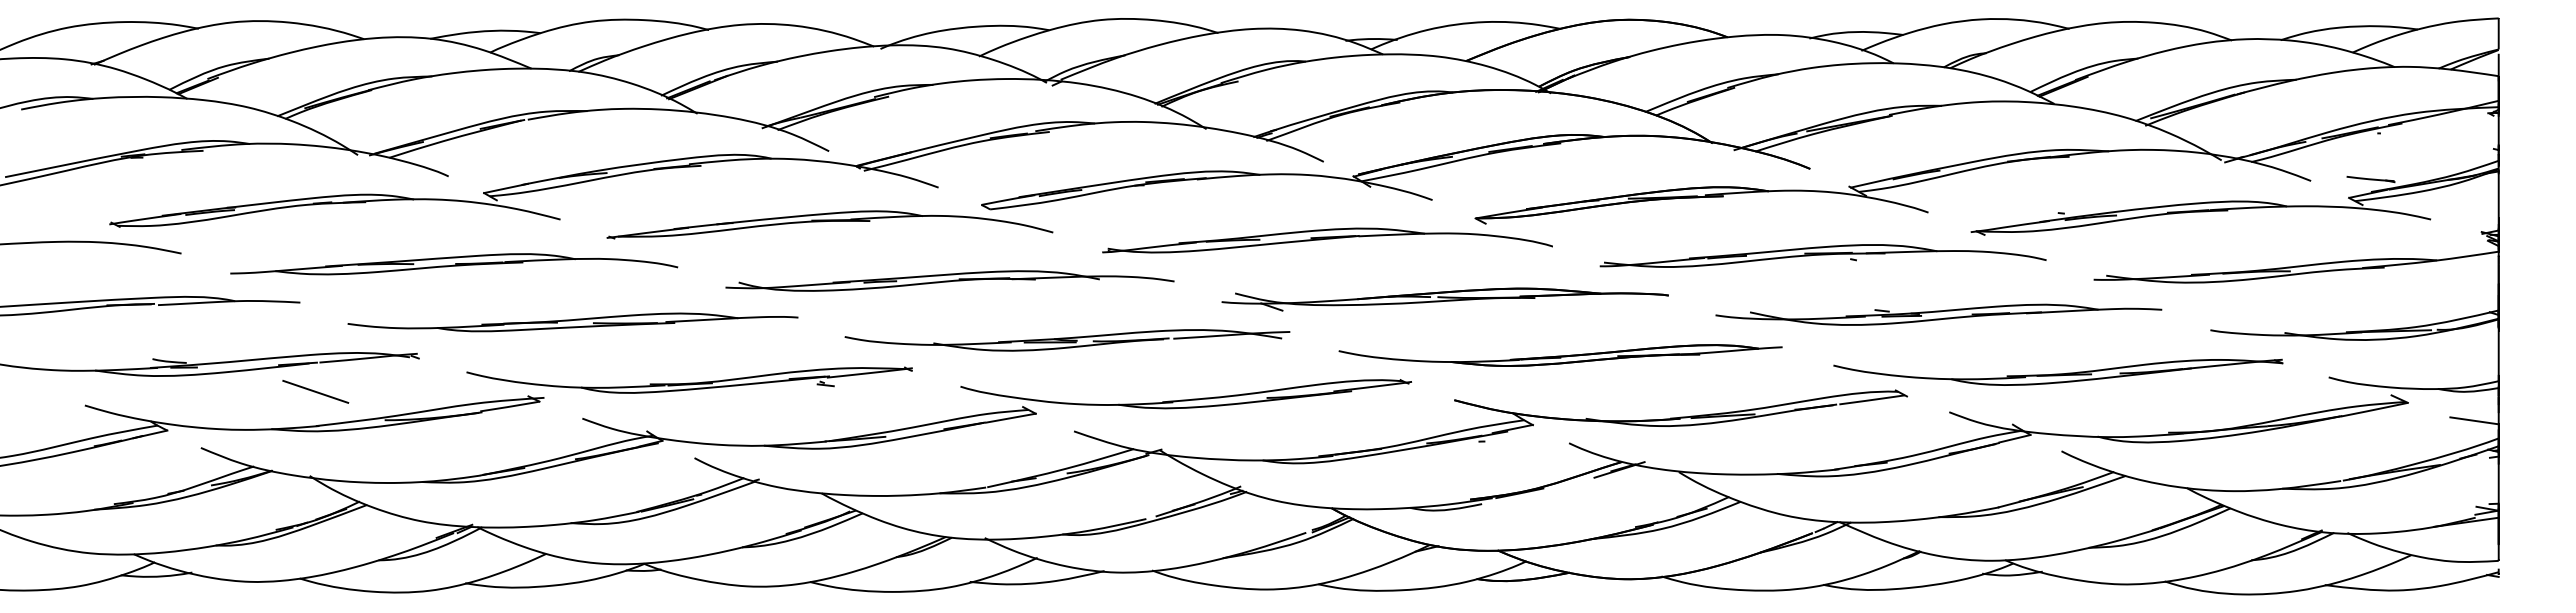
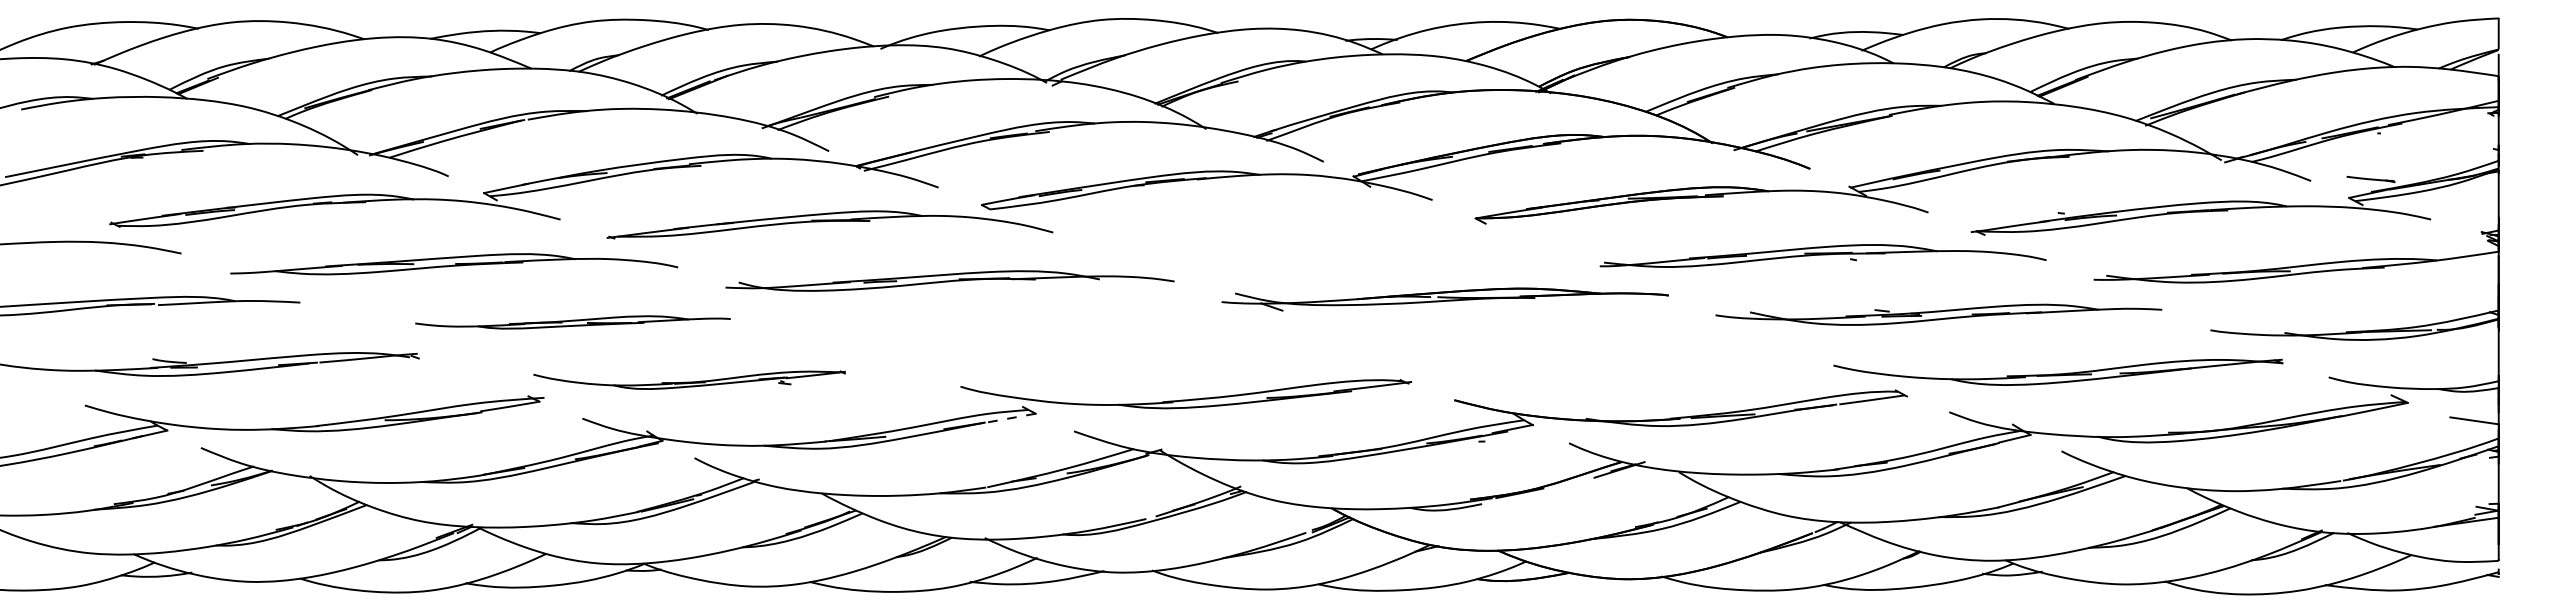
part at (1327, 240): present -> none
part at (572, 322) size: 452x21 px -> 316x15 px
part at (1067, 340): present -> none
part at (1560, 355): present -> none
part at (689, 379) size: 447x28 px -> 313x20 px
line at (315, 391): present -> none
line at (1010, 418): solid -> dashed
